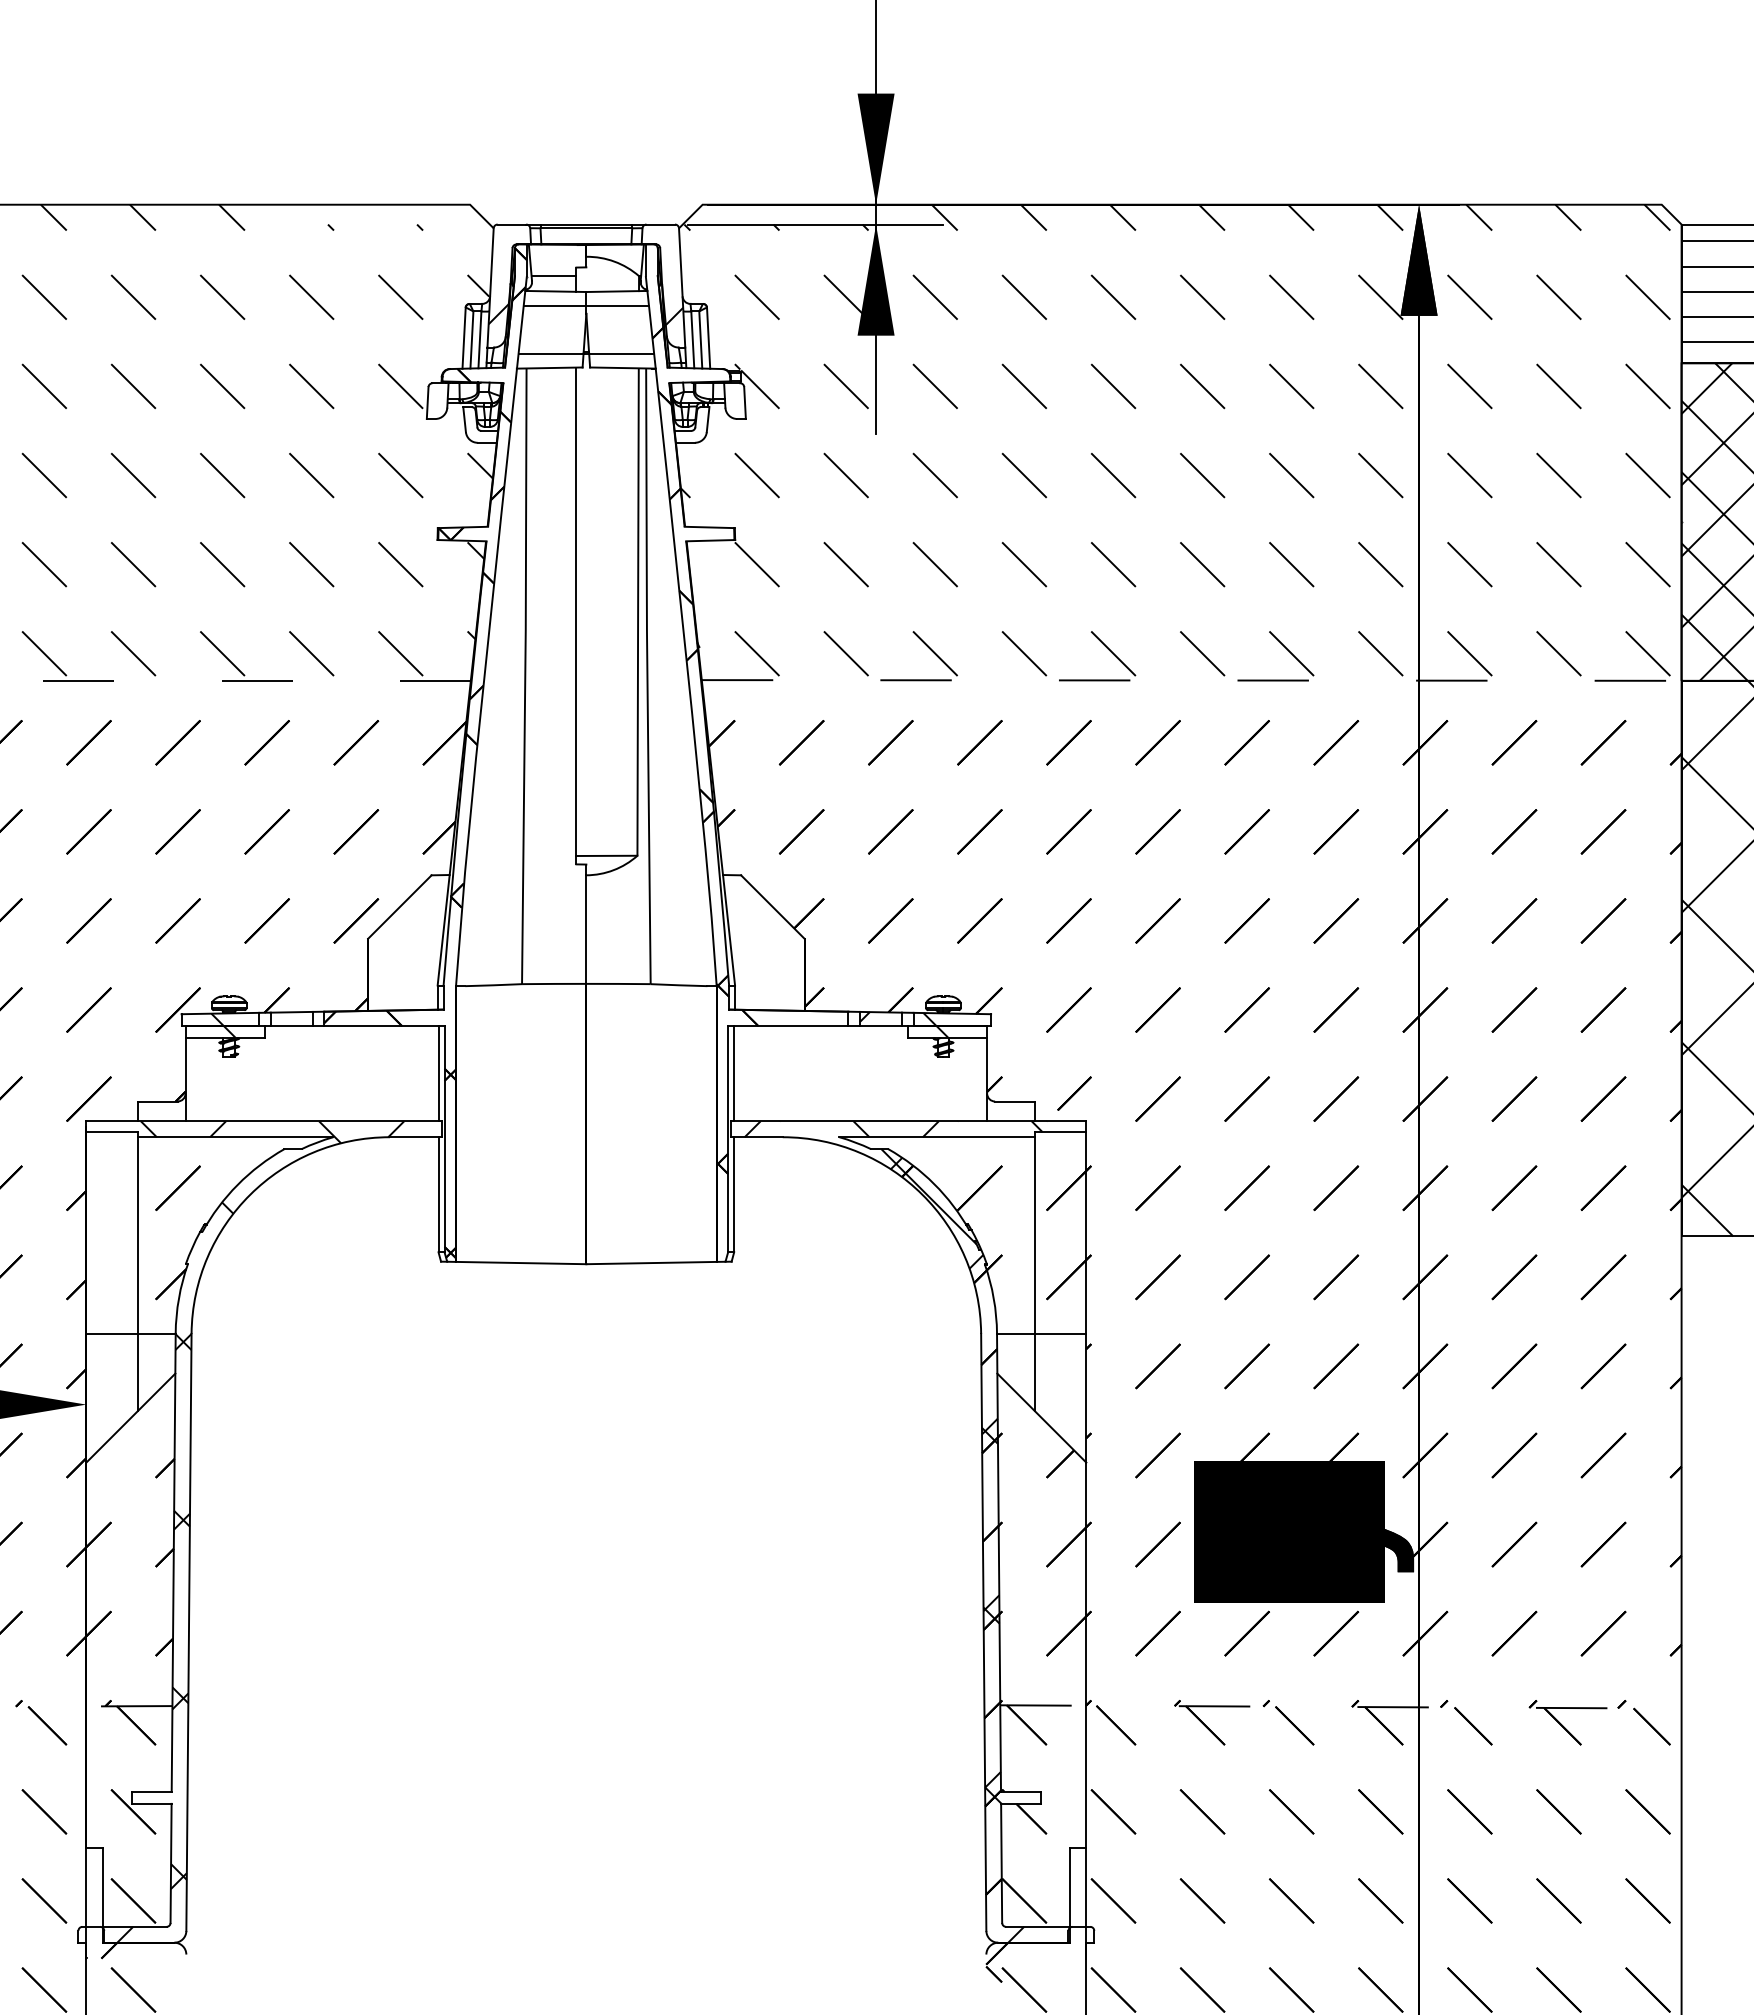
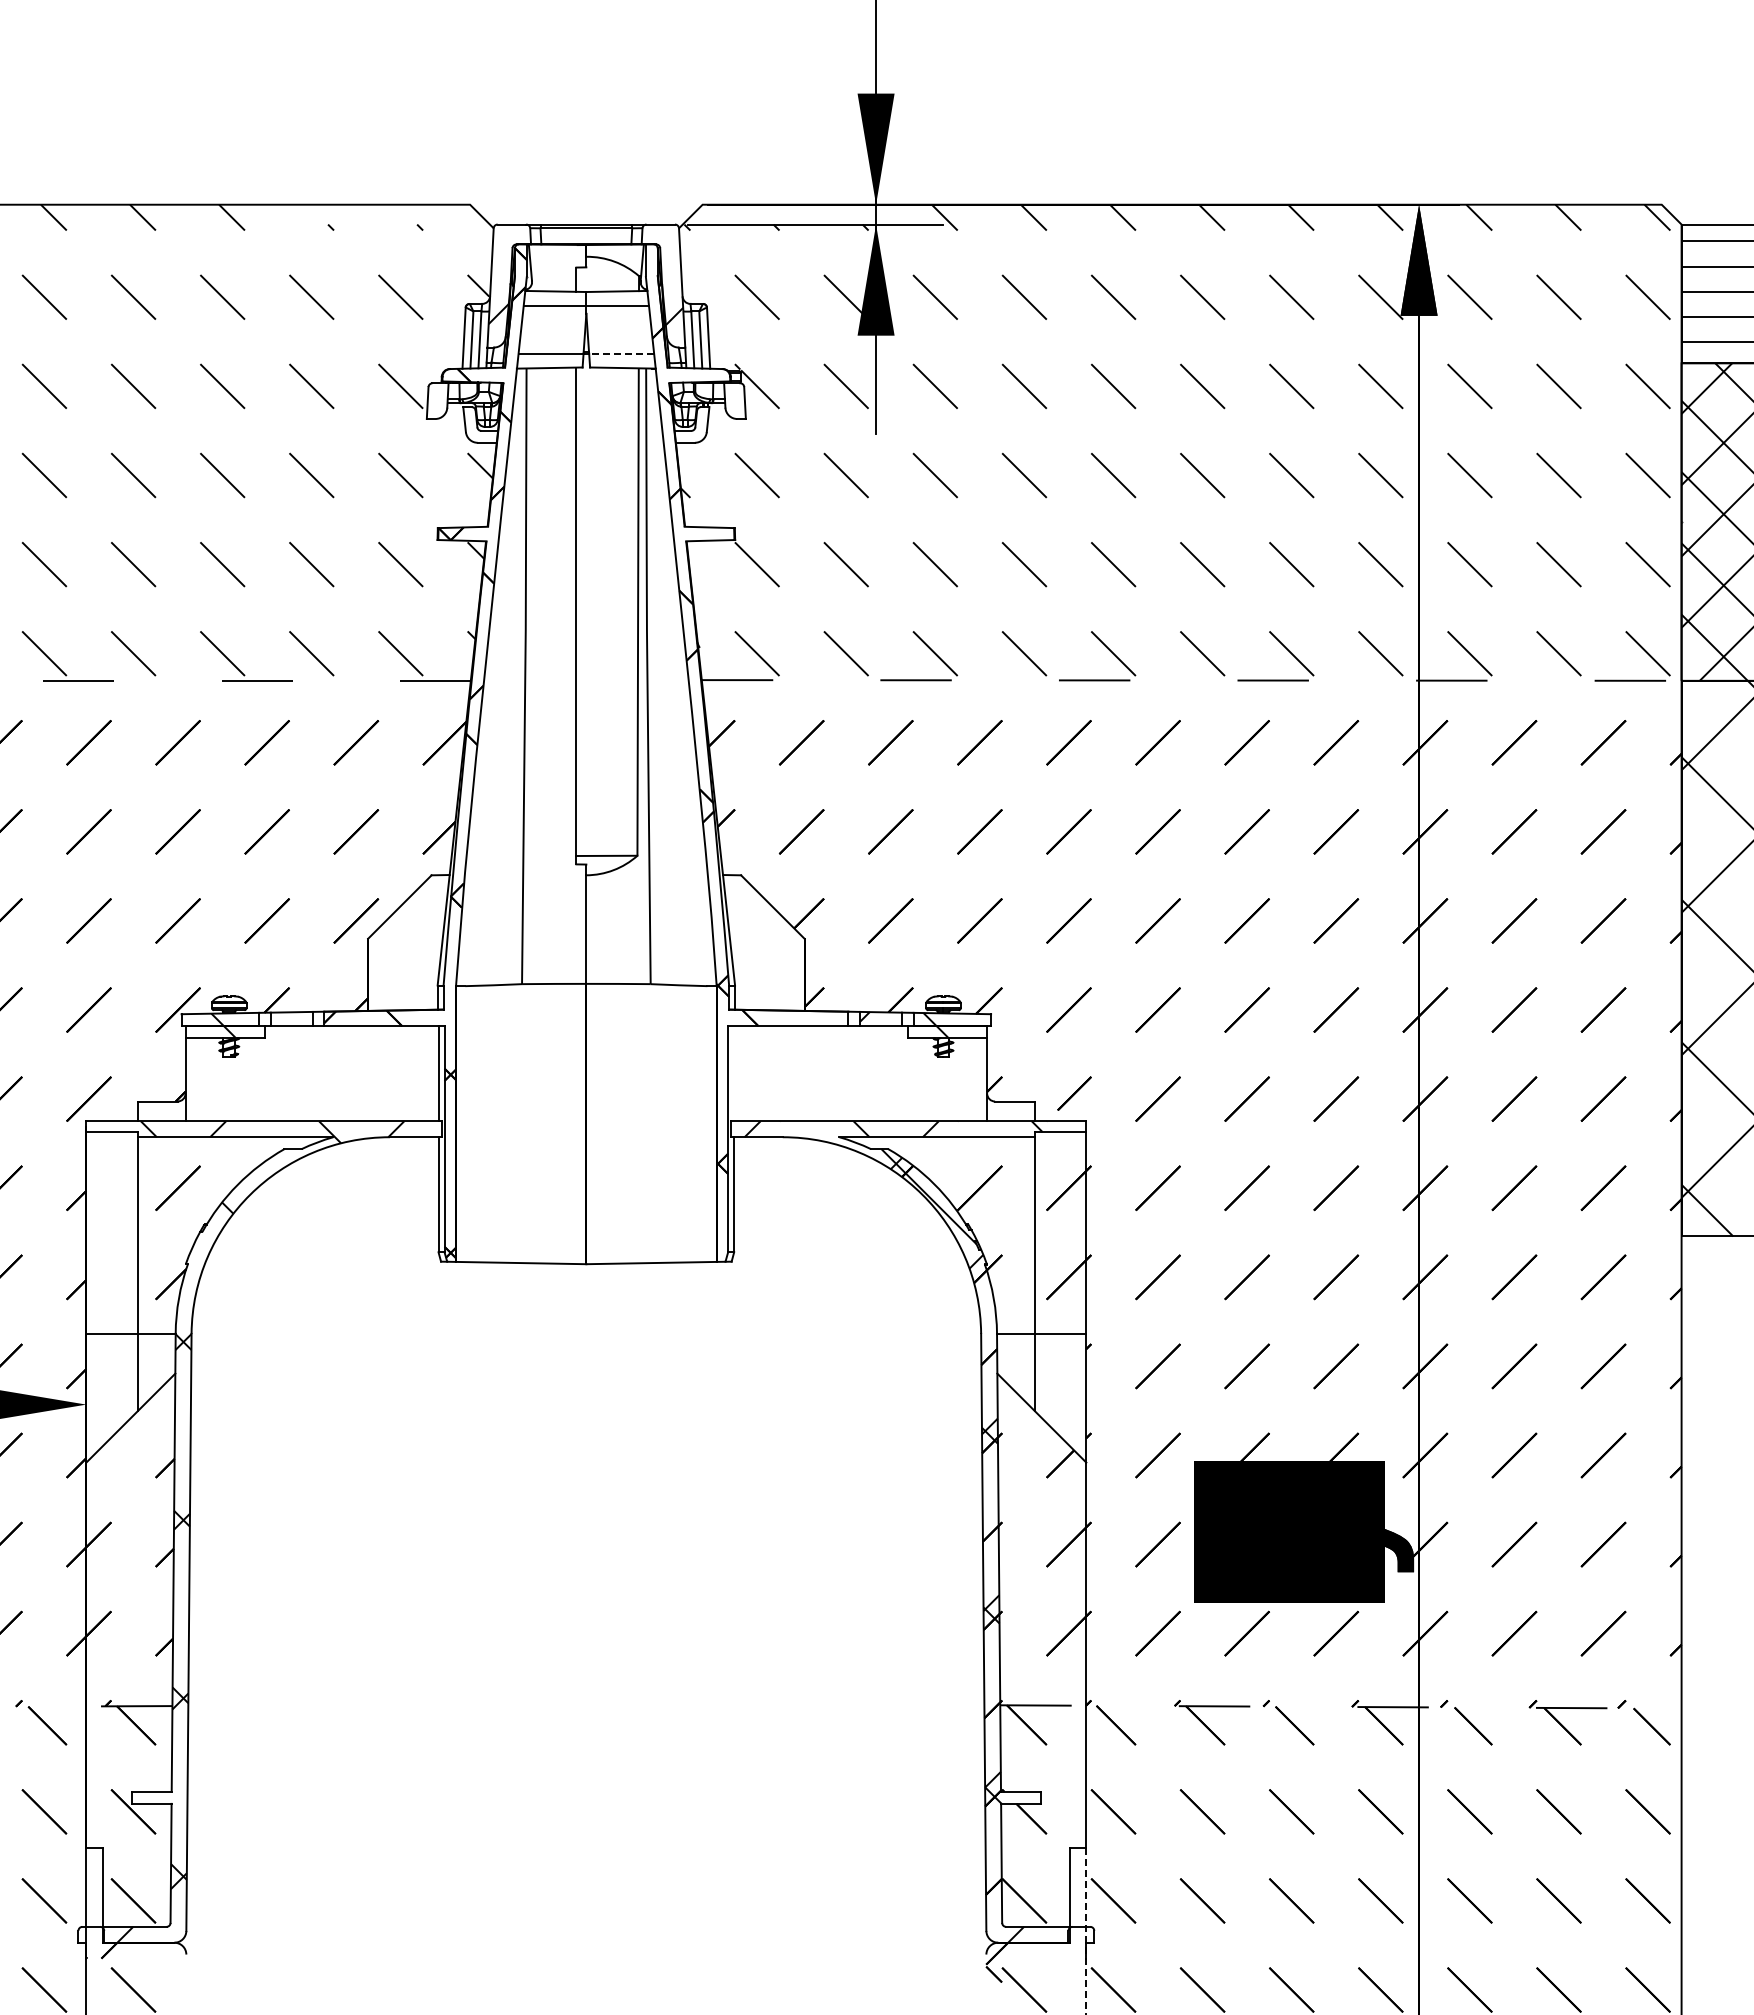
line at (553, 276): present -> none
line at (621, 353): solid -> dashed
line at (734, 1073): present -> none
line at (1086, 1931): solid -> dashed
